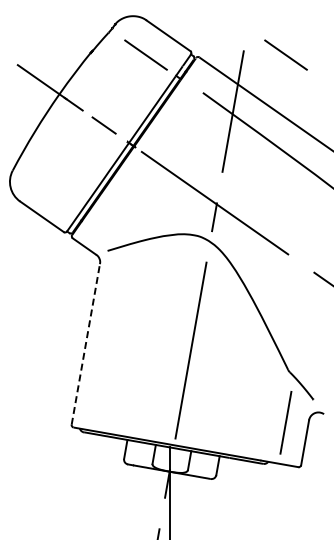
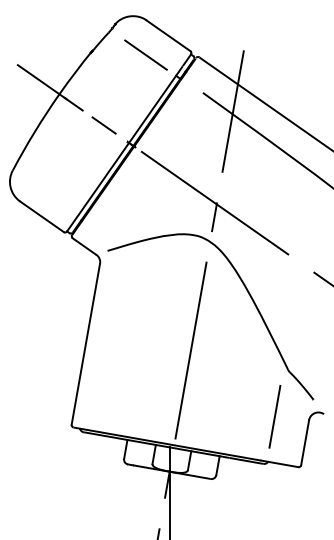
line at (285, 54): present -> none
line at (85, 344): dashed -> solid
line at (285, 422) position: (285, 422) -> (274, 416)
